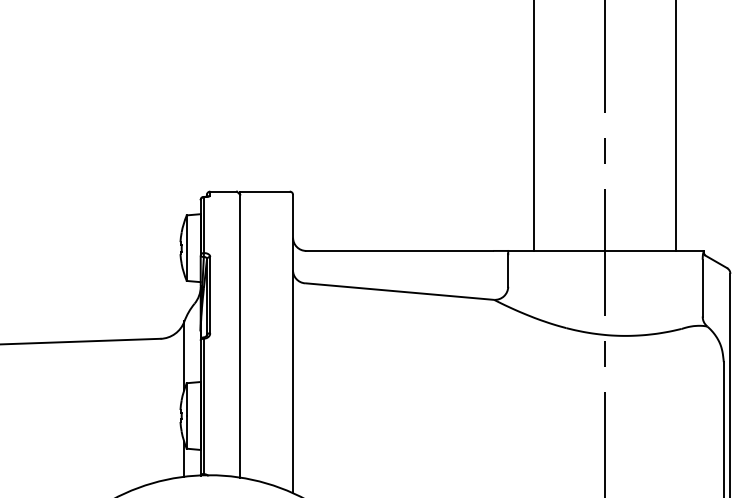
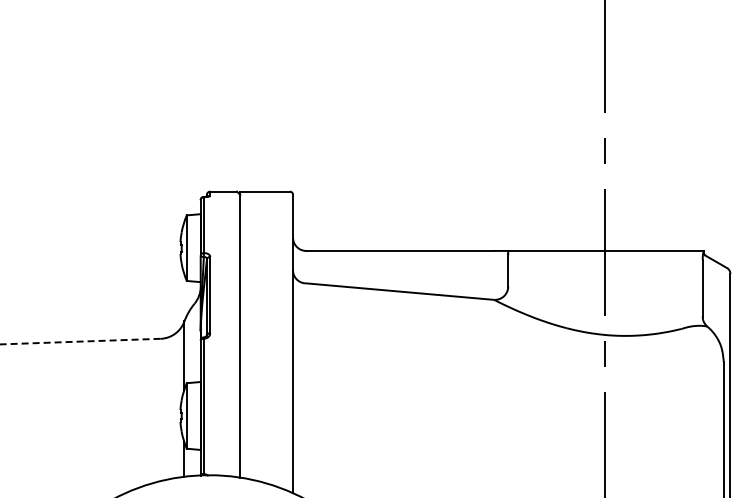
line at (534, 126): present -> none
line at (675, 126): present -> none
line at (79, 341): solid -> dashed
